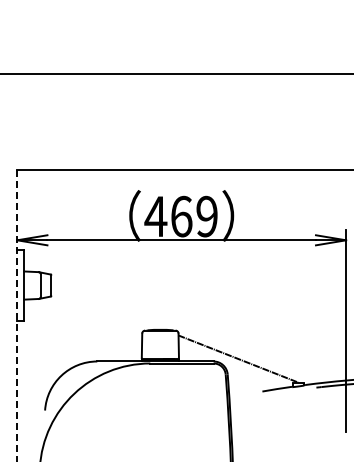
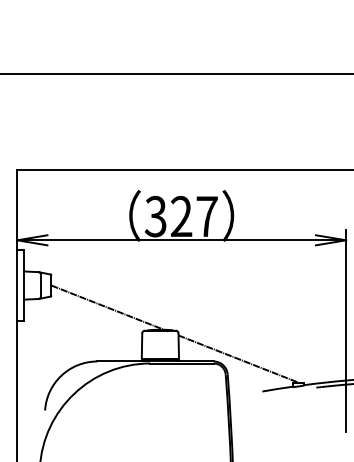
text at (180, 216): 469 -> 327
line at (109, 308): none -> present
line at (17, 315): dashed -> solid
